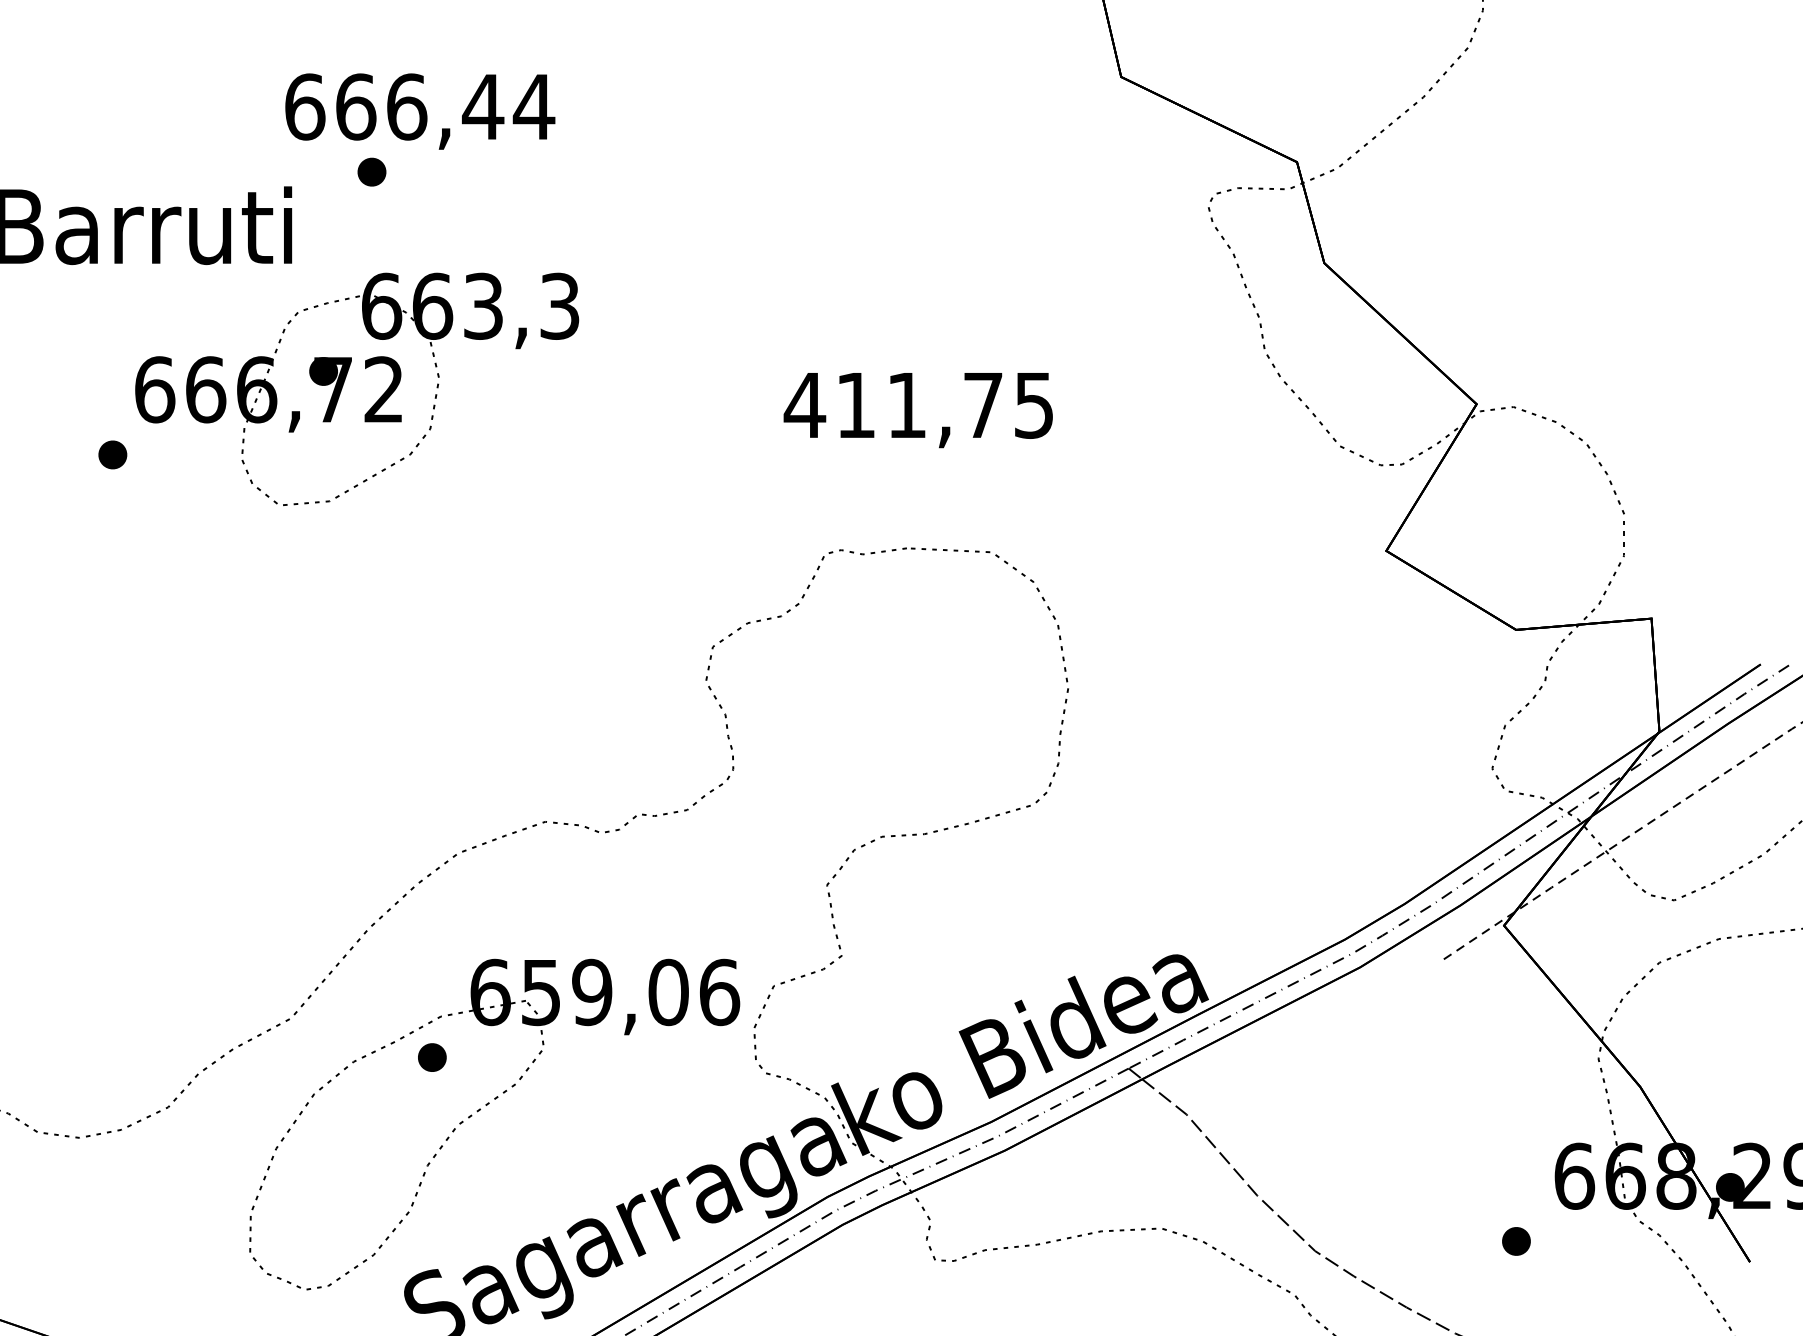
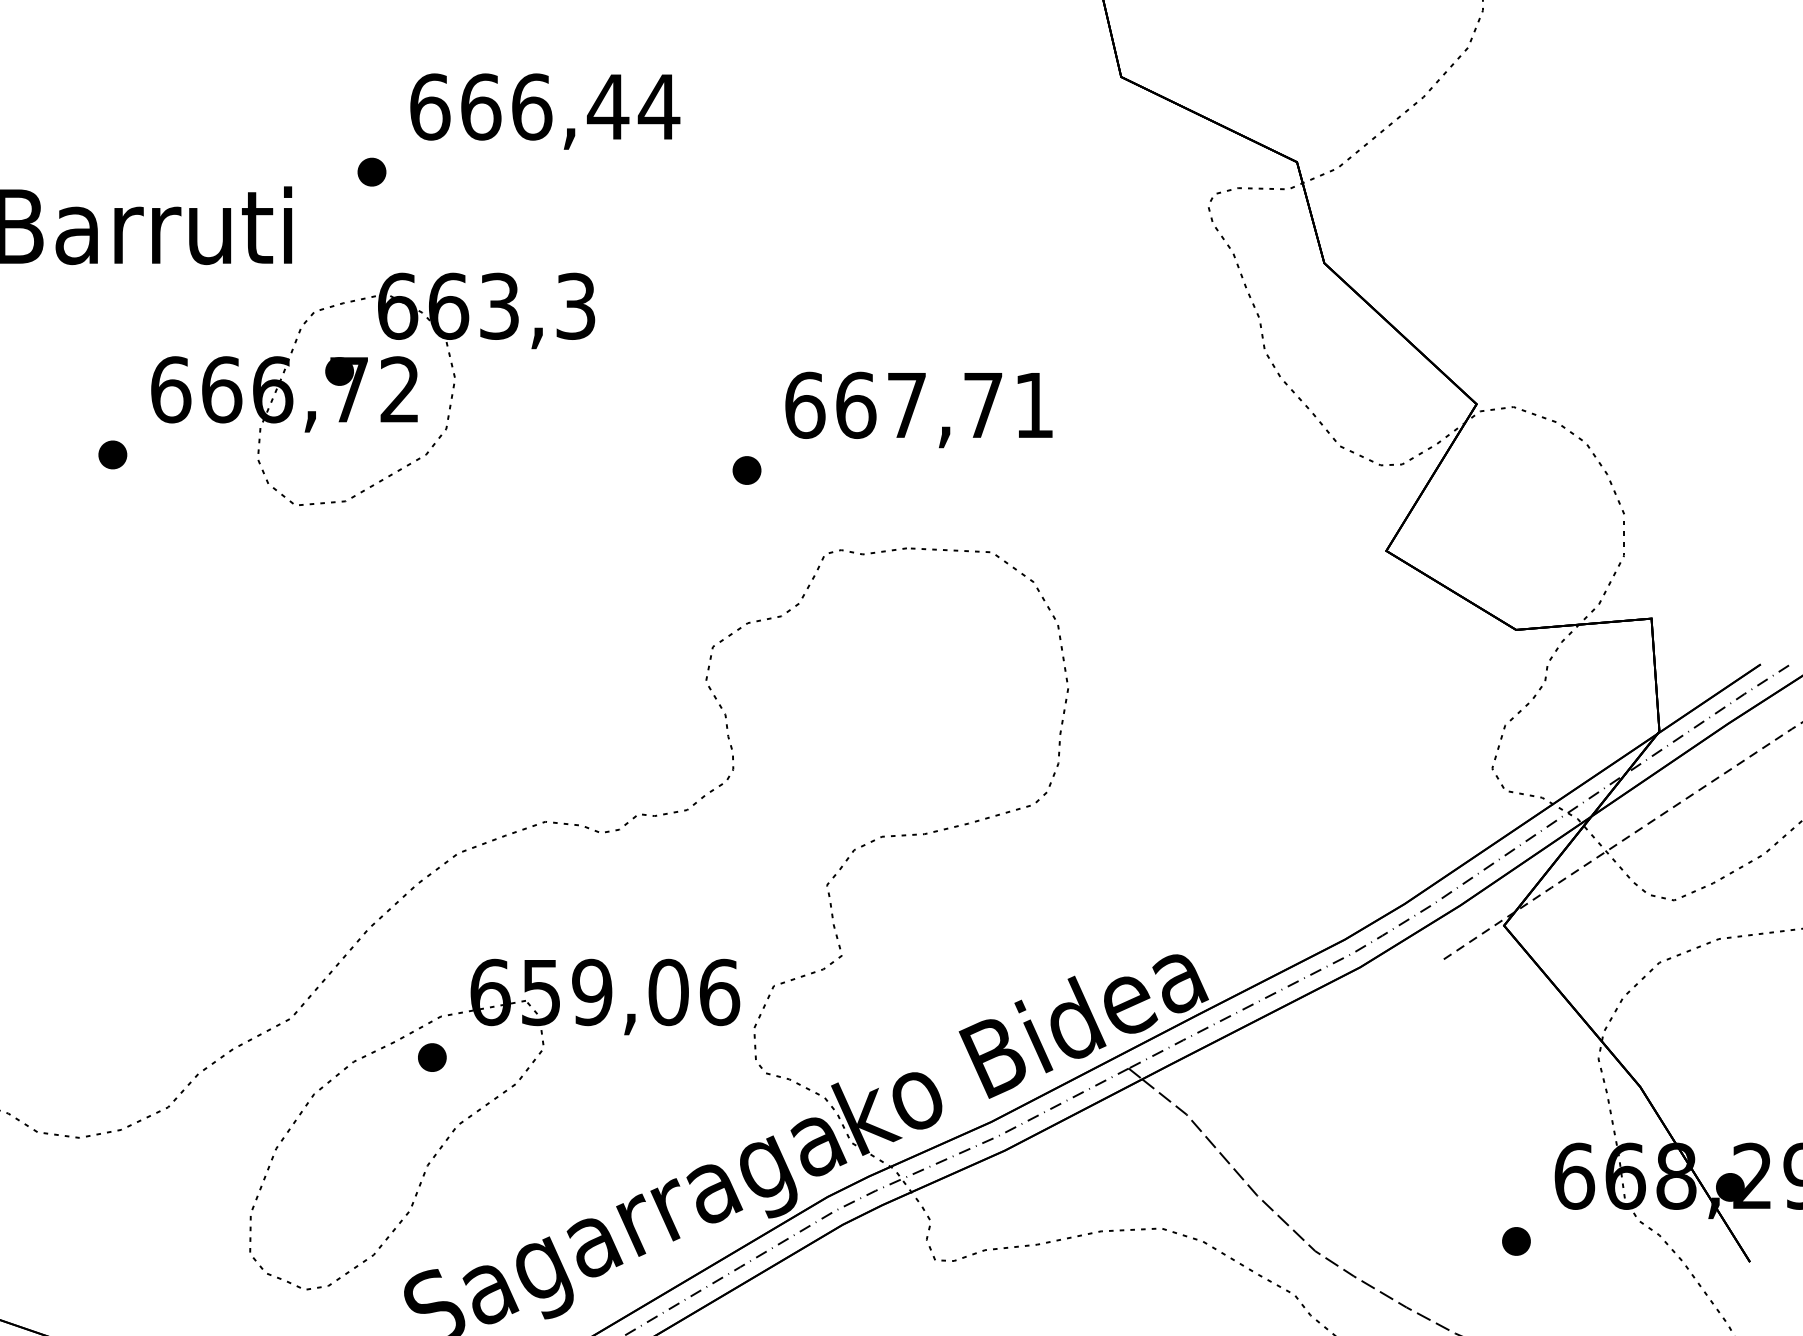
text at (420, 111) position: (420, 111) -> (545, 111)
part at (344, 383) position: (344, 383) -> (360, 383)
text at (917, 404): 411,75 -> 667,71
part at (746, 470): none -> present
